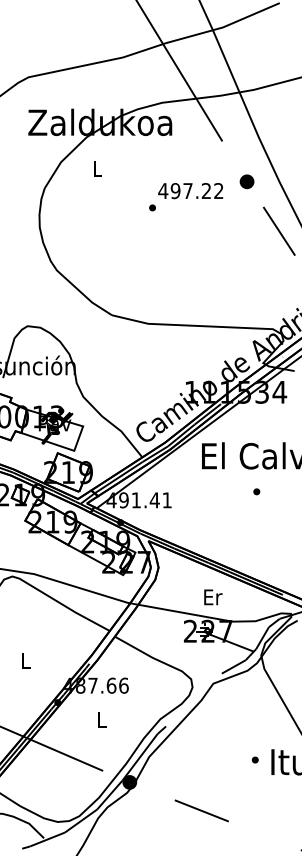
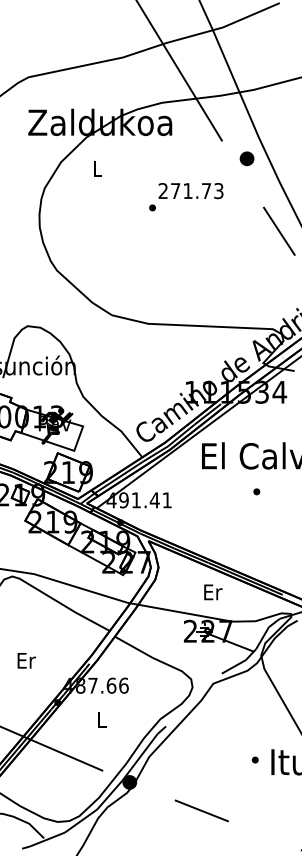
part at (246, 181) position: (246, 181) -> (246, 158)
text at (190, 191): 497.22 -> 271.73
text at (213, 597) position: (213, 597) -> (213, 592)
text at (26, 660): L -> Er
